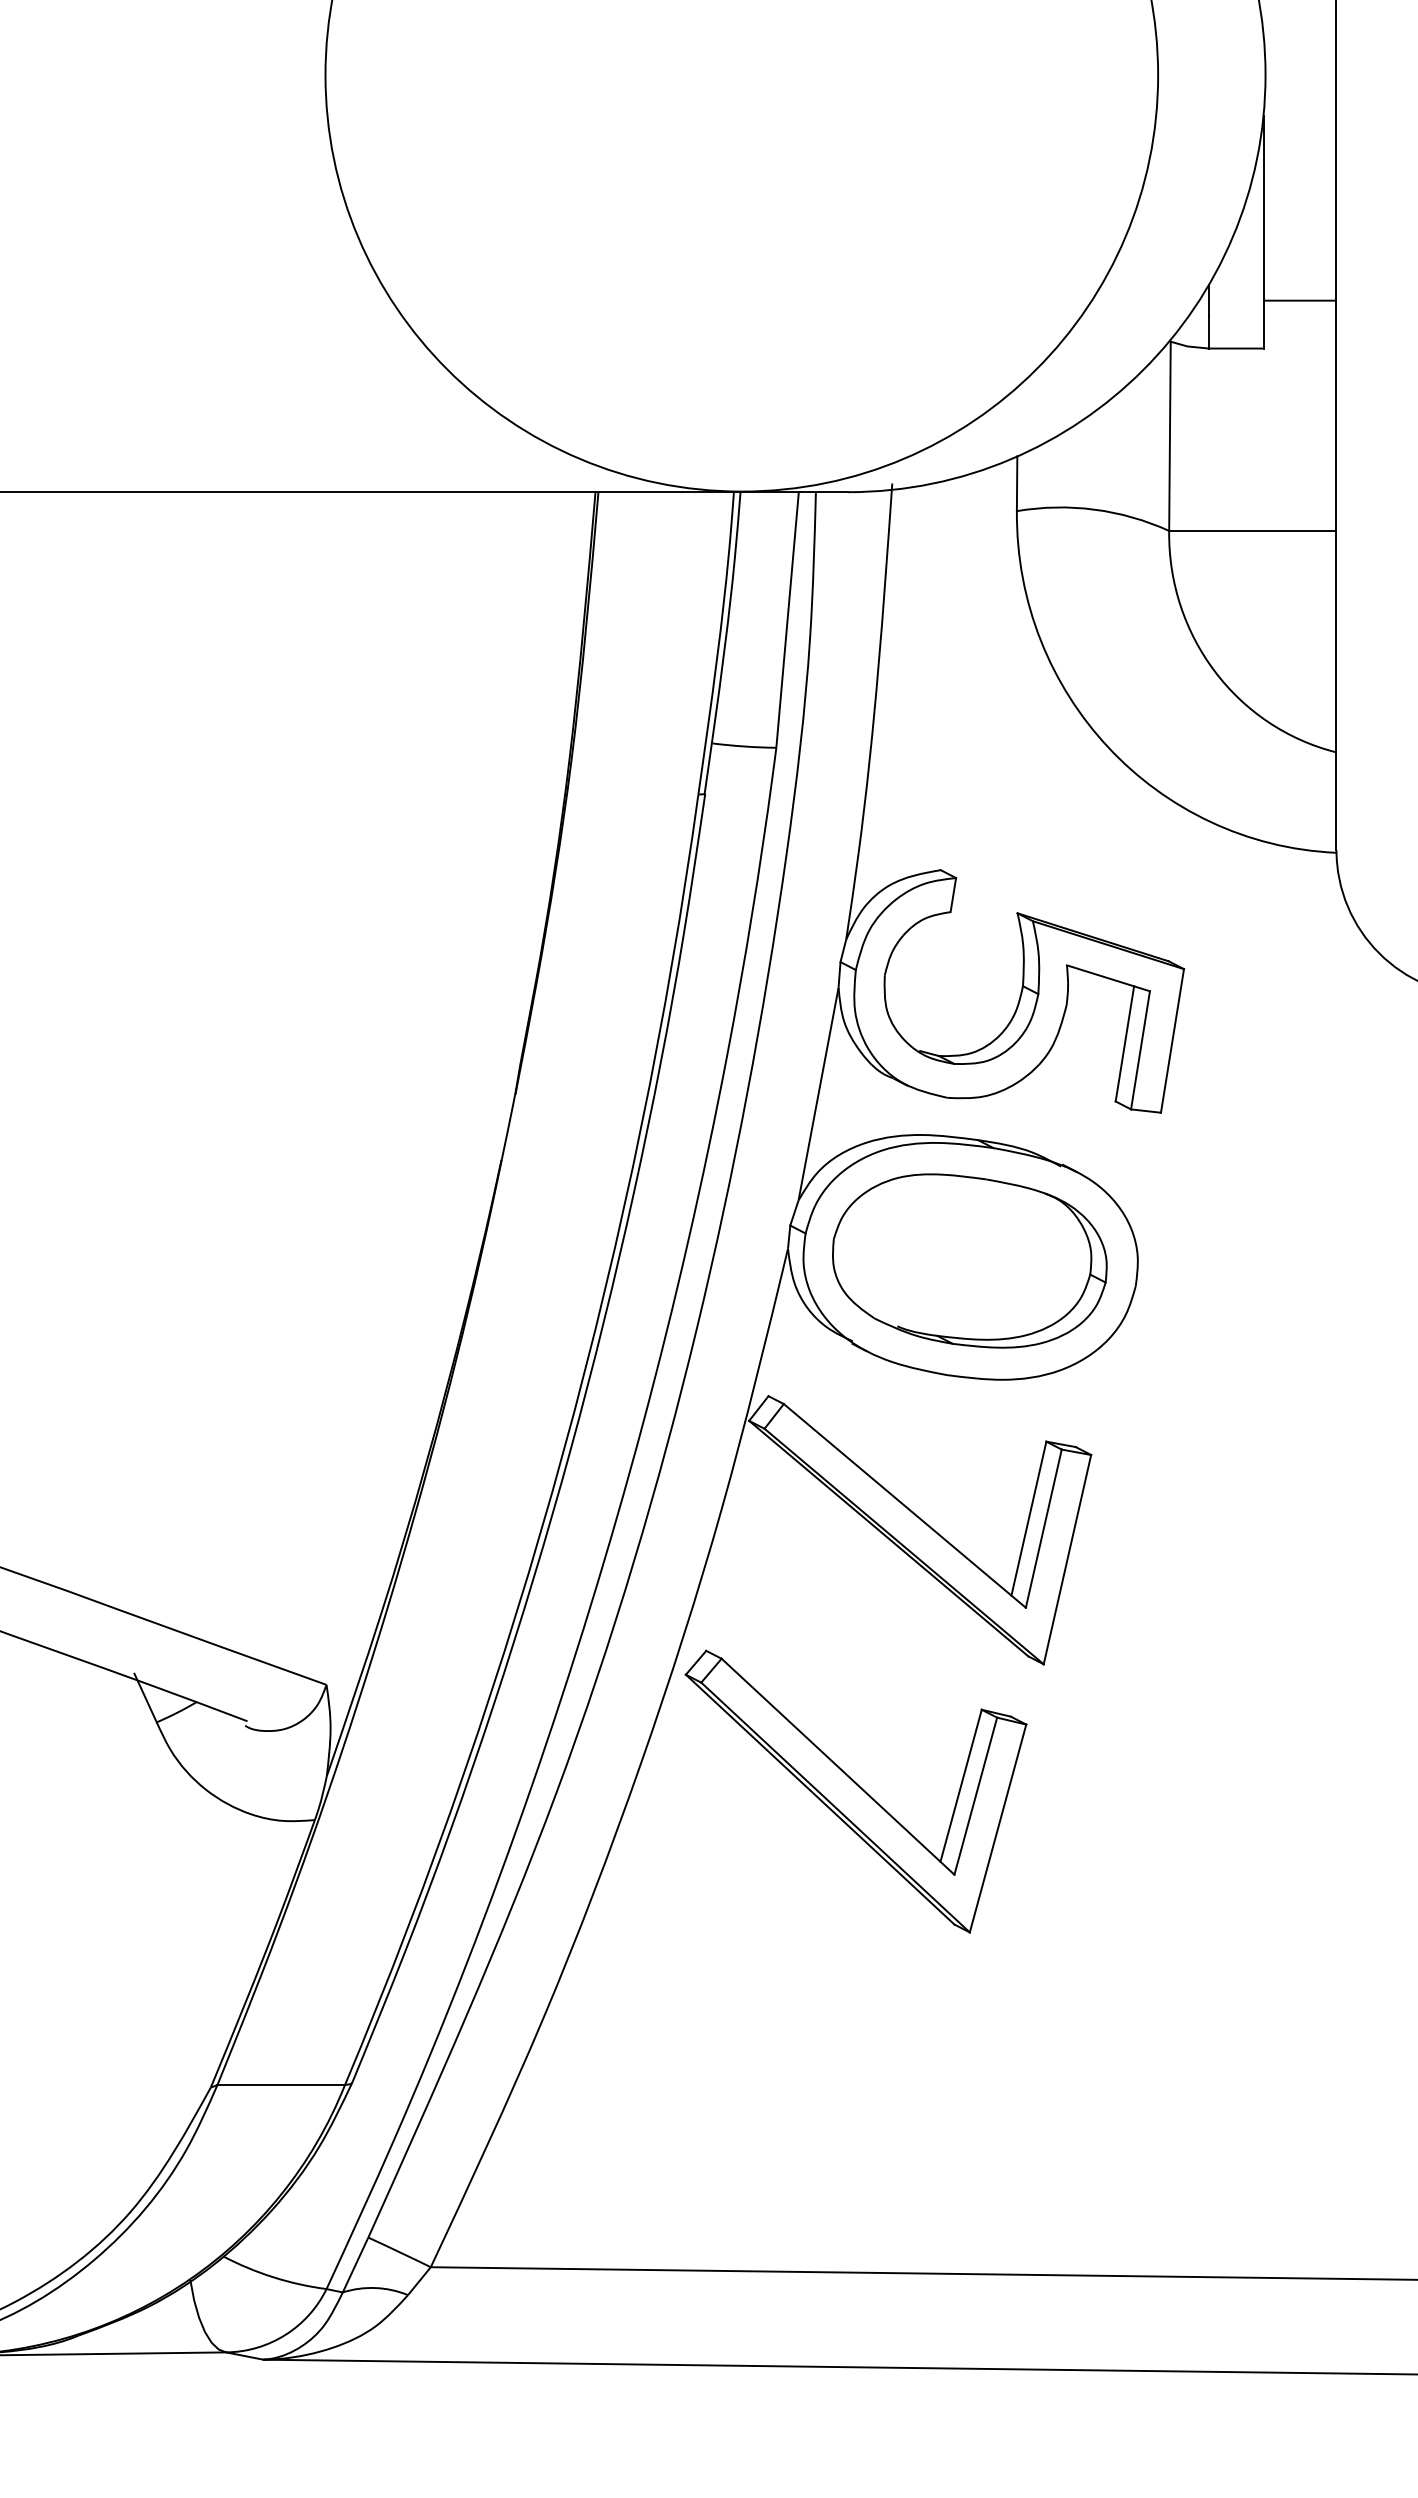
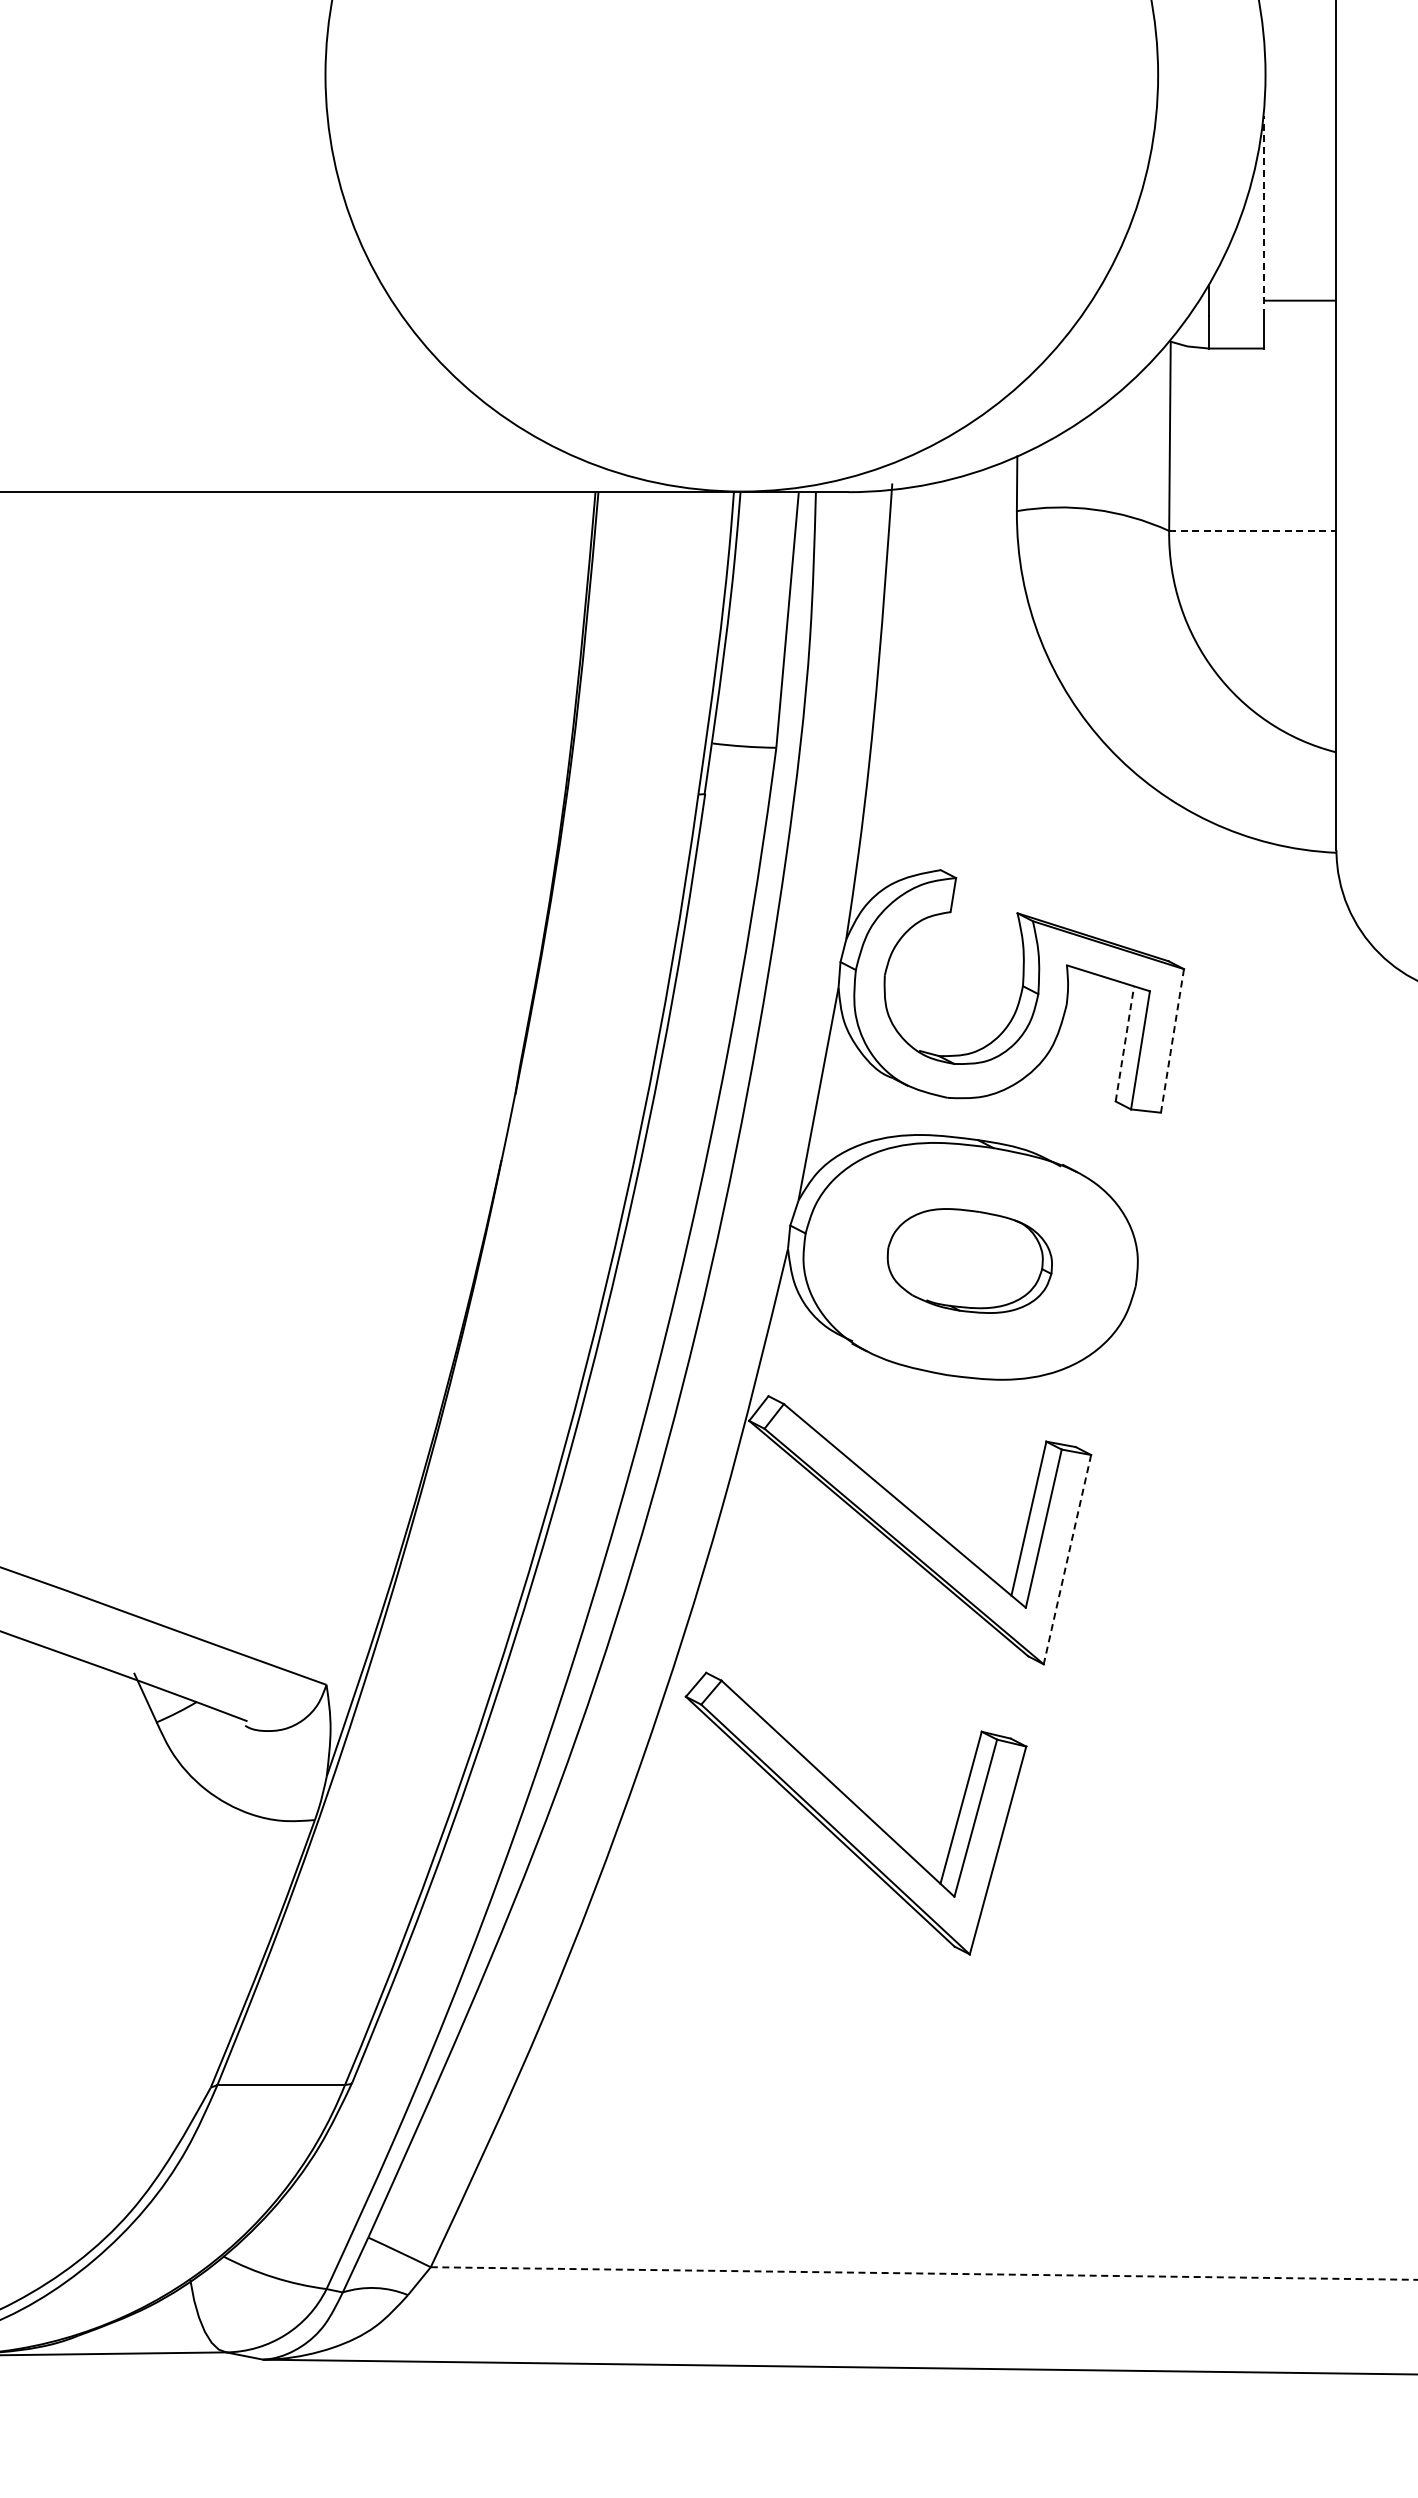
line at (1263, 215): solid -> dashed
line at (1252, 530): solid -> dashed
line at (1172, 1040): solid -> dashed
line at (1124, 1043): solid -> dashed
part at (969, 1260) size: 276x176 px -> 167x106 px
line at (1067, 1560): solid -> dashed
part at (855, 1791) position: (855, 1791) -> (855, 1813)
line at (924, 2273): solid -> dashed
